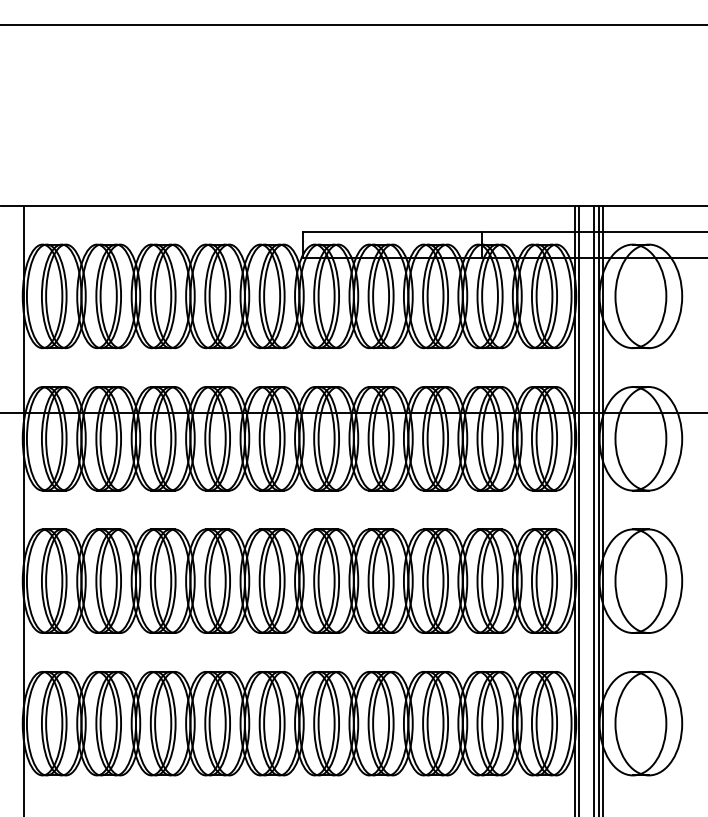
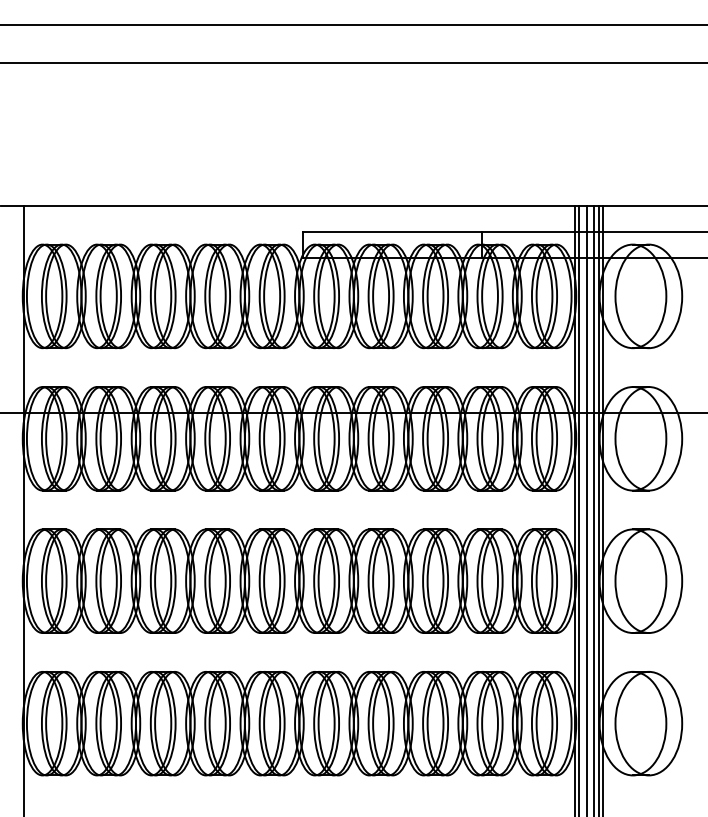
line at (353, 63): none -> present
line at (587, 509): none -> present
